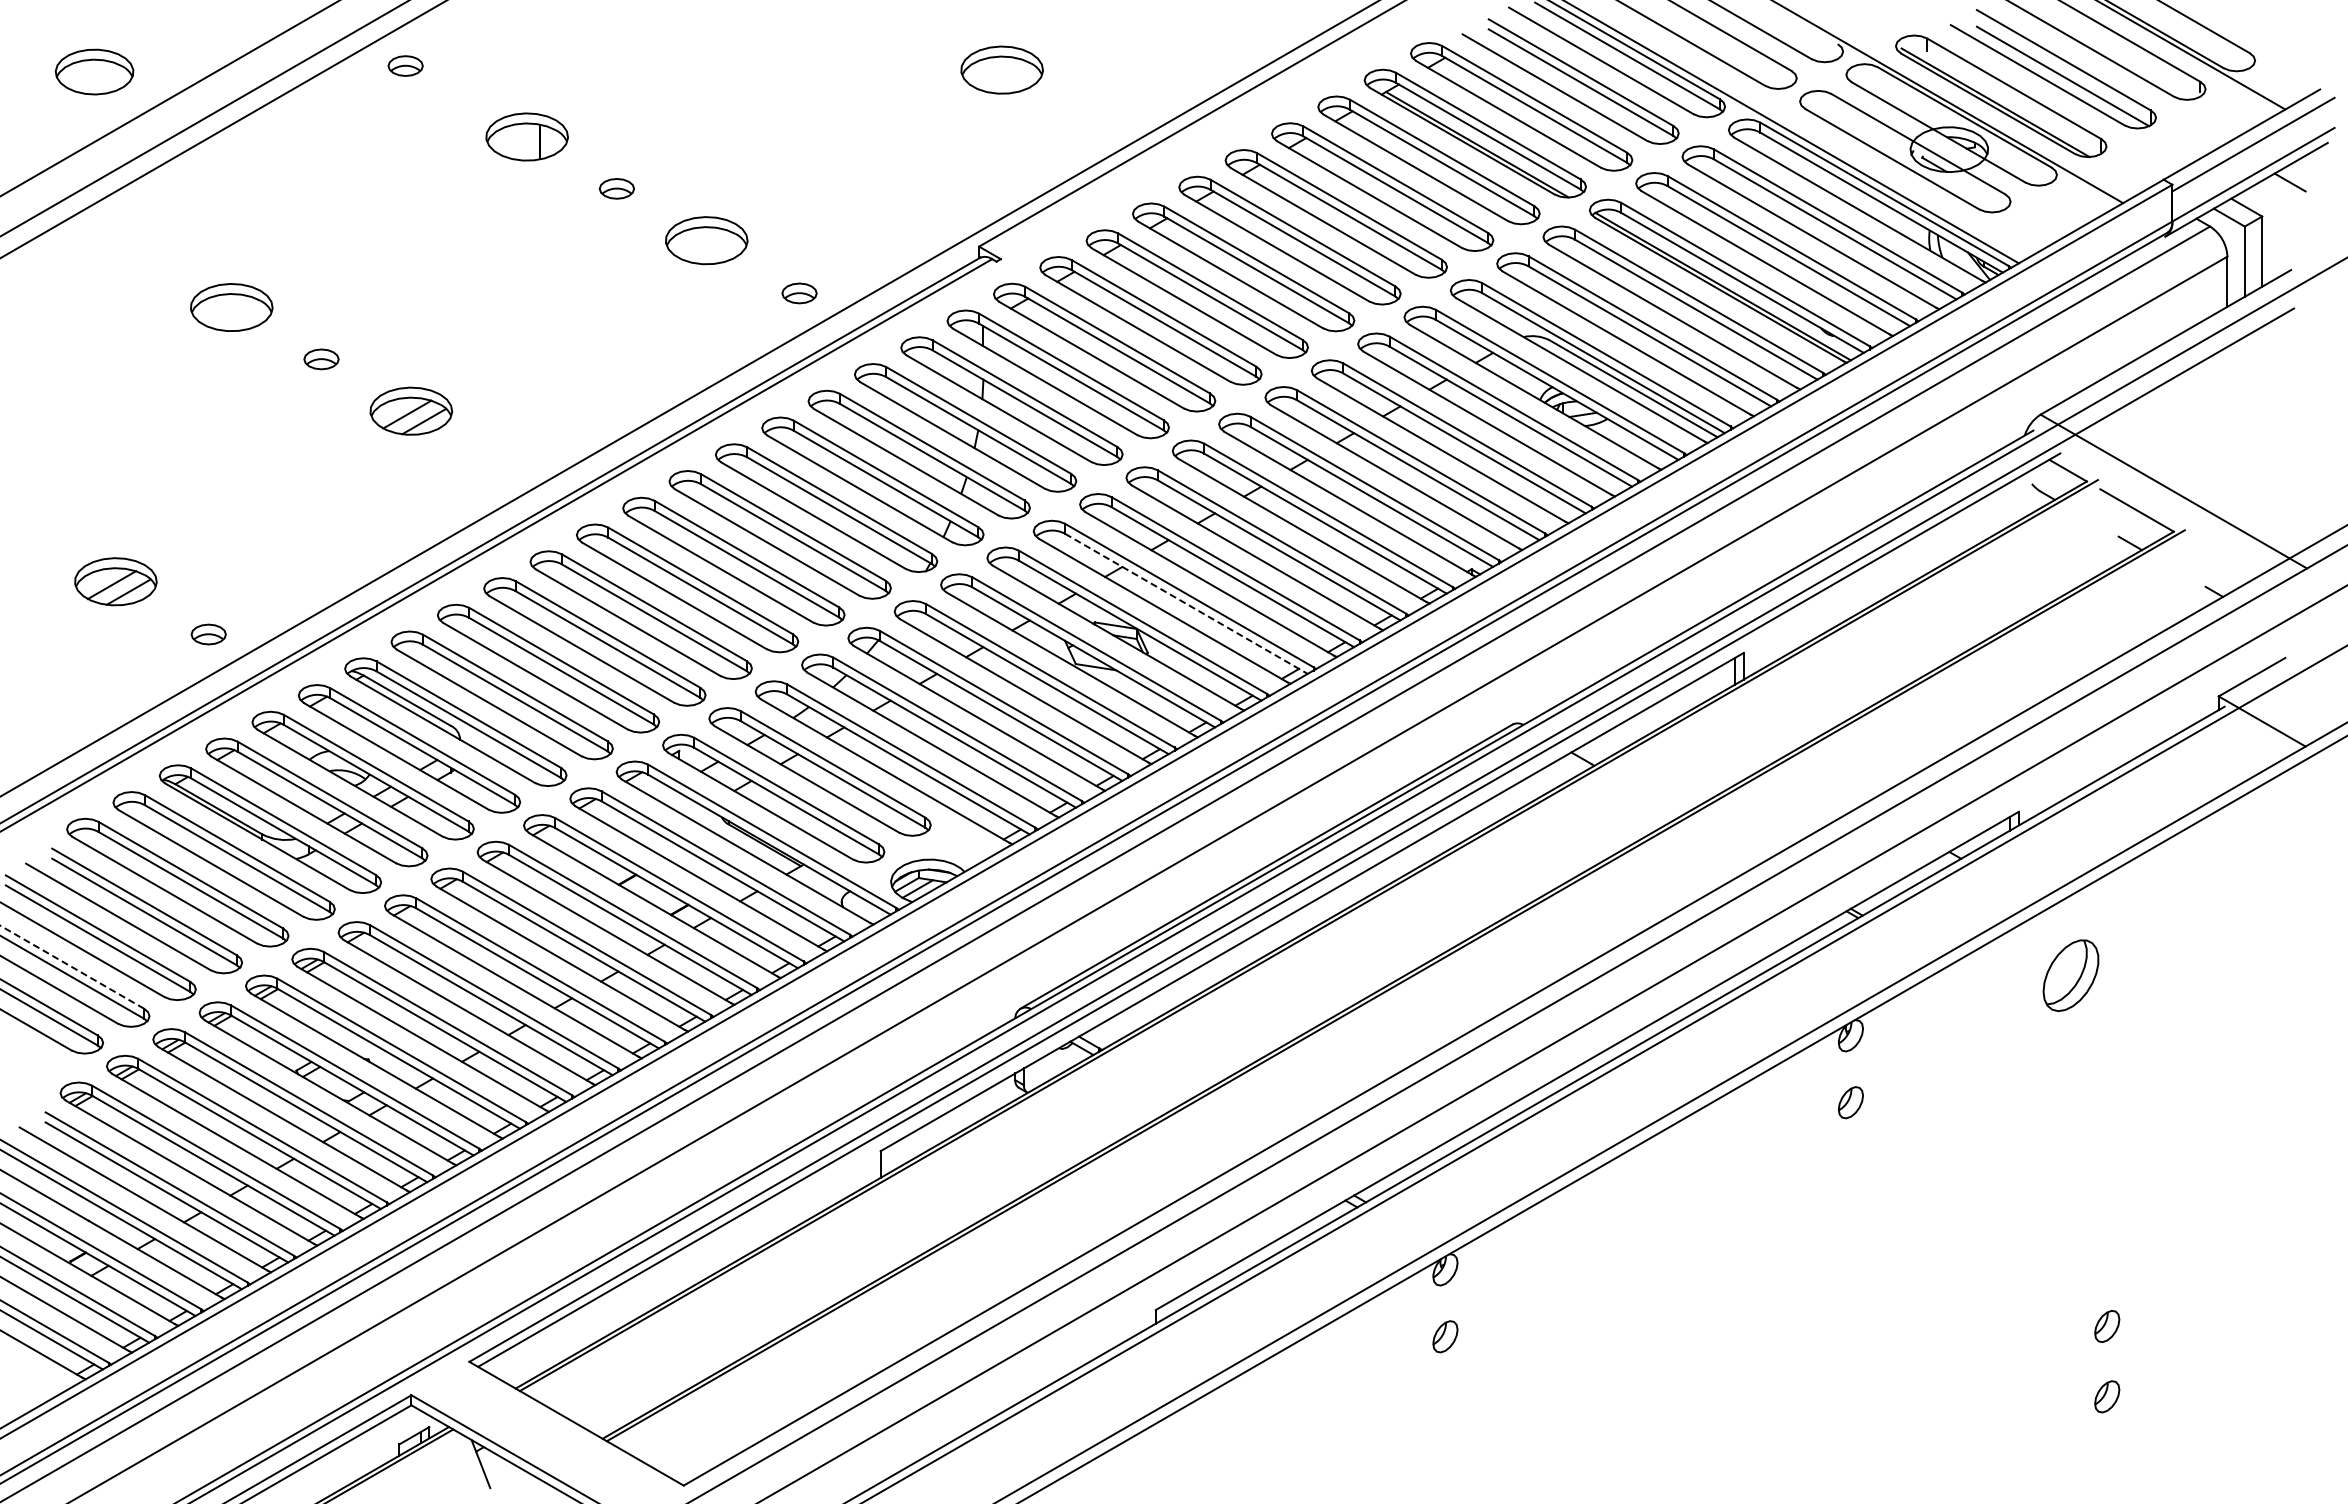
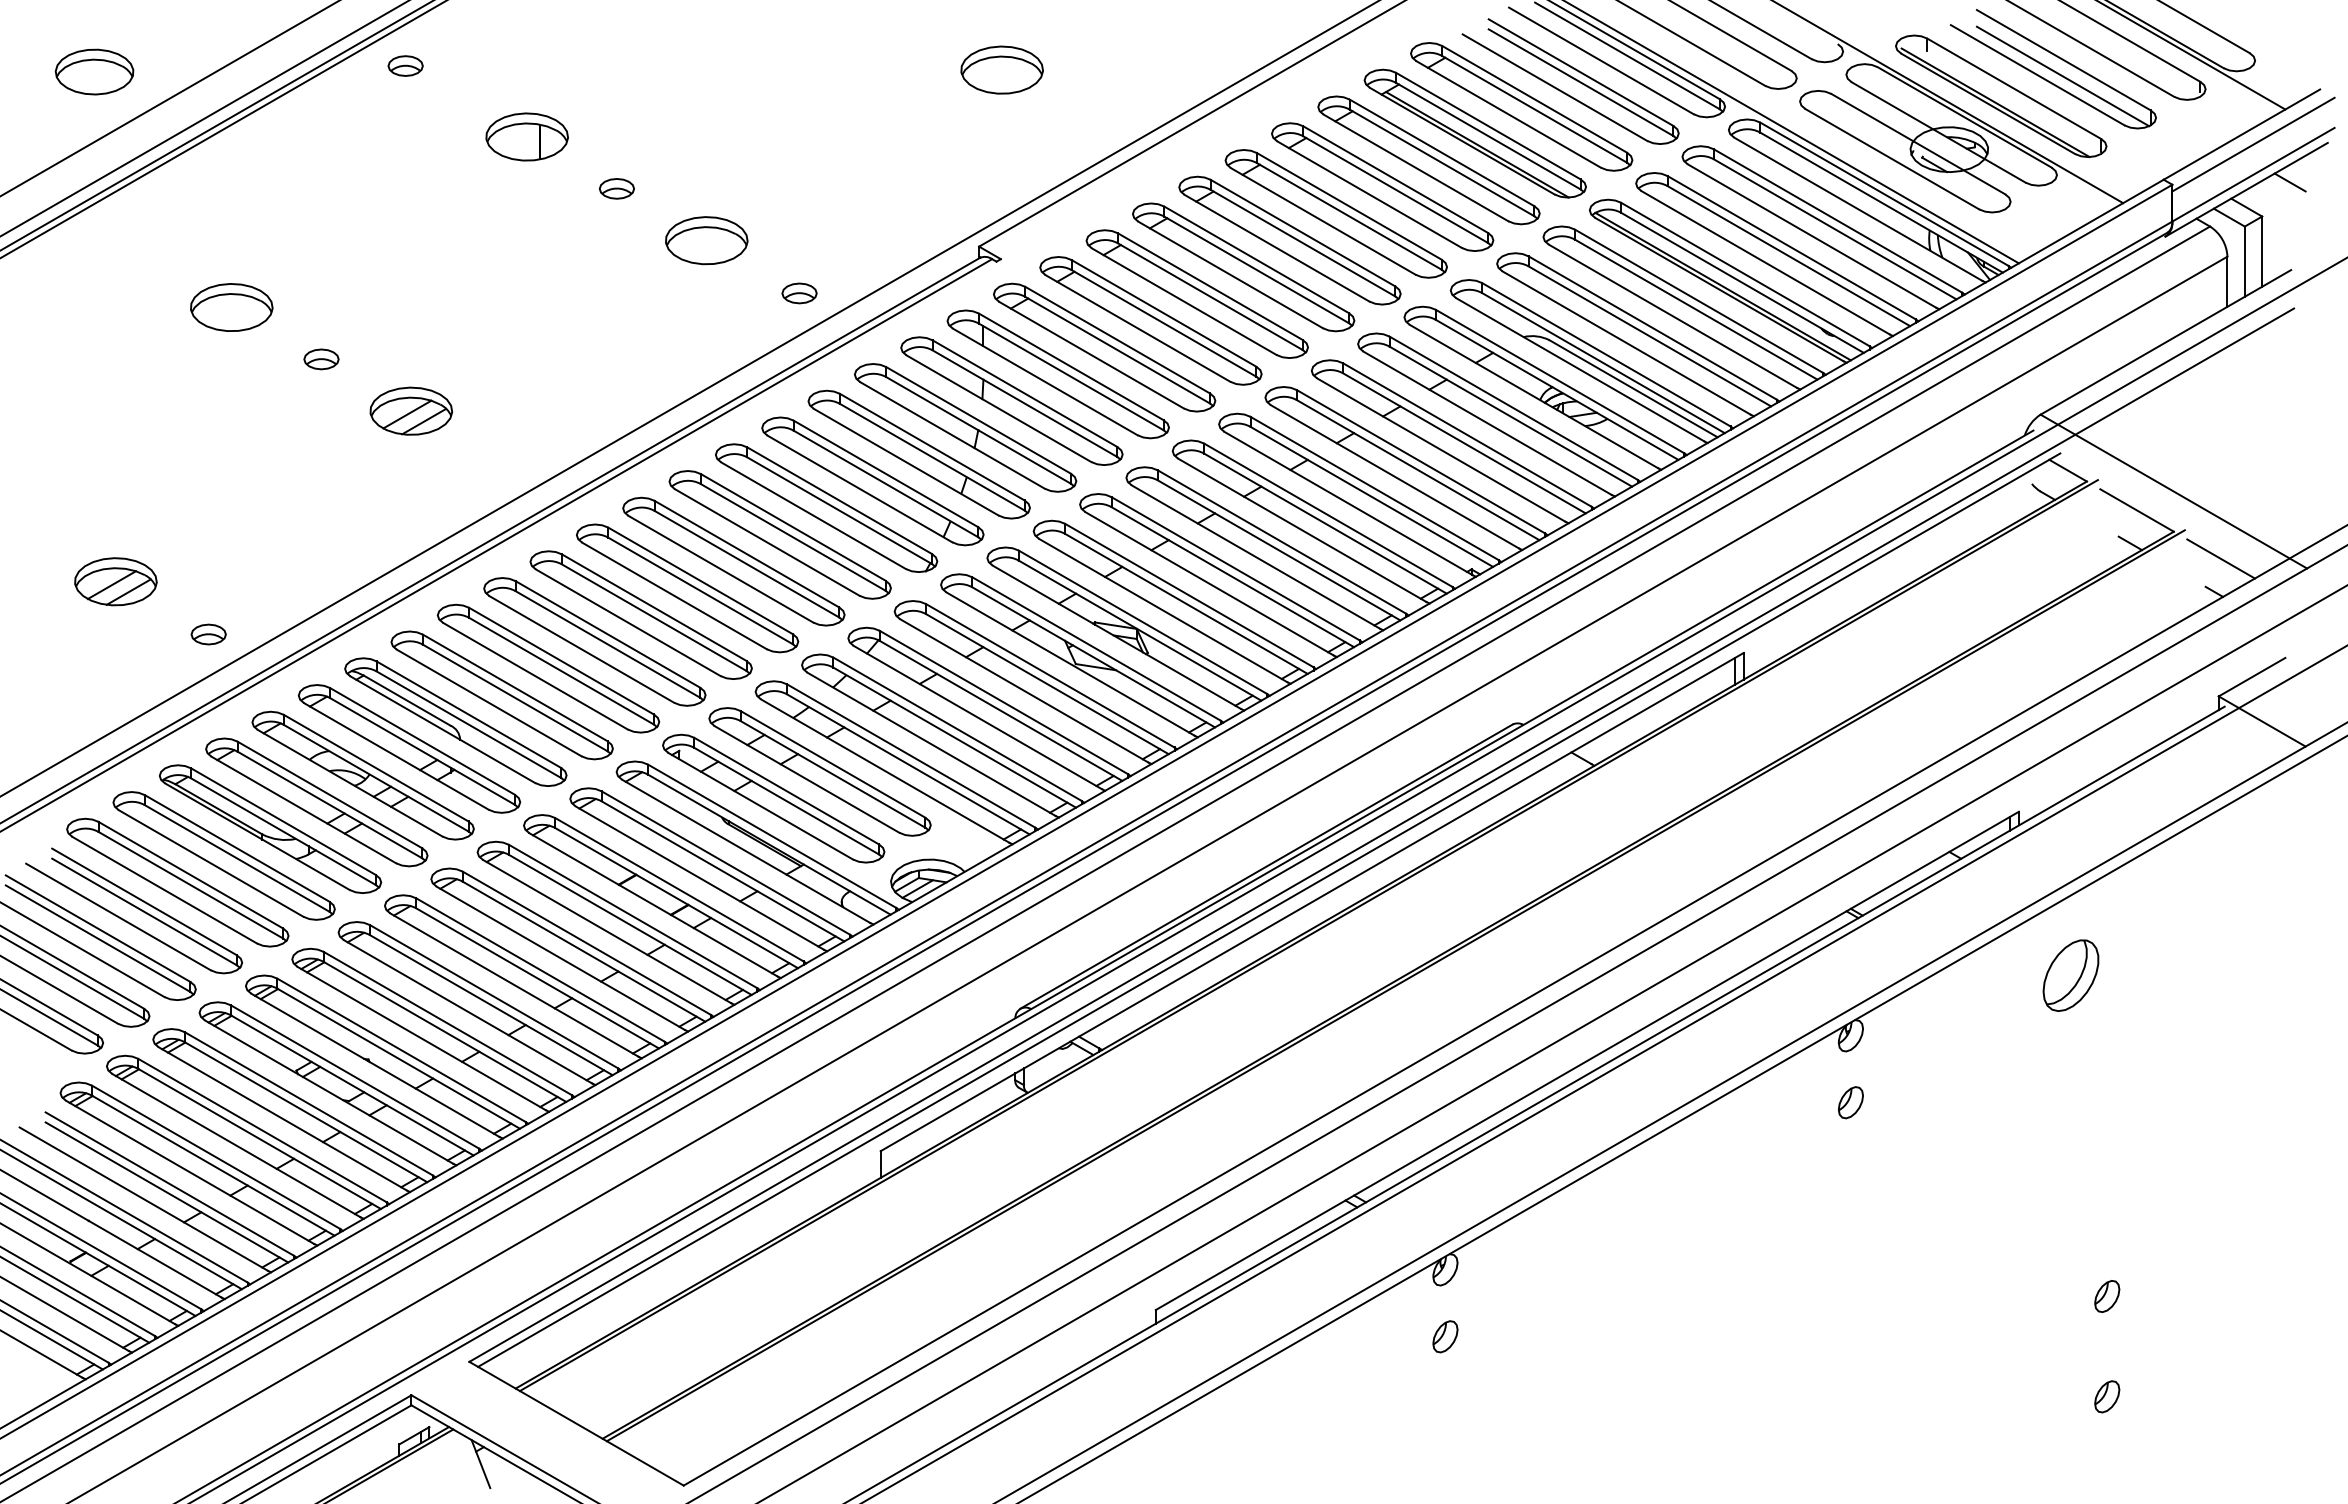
line at (216, 125): none -> present
line at (2220, 558): none -> present
line at (1186, 604): dashed -> solid
line at (71, 966): dashed -> solid
part at (2107, 1326) position: (2107, 1326) -> (2107, 1296)
